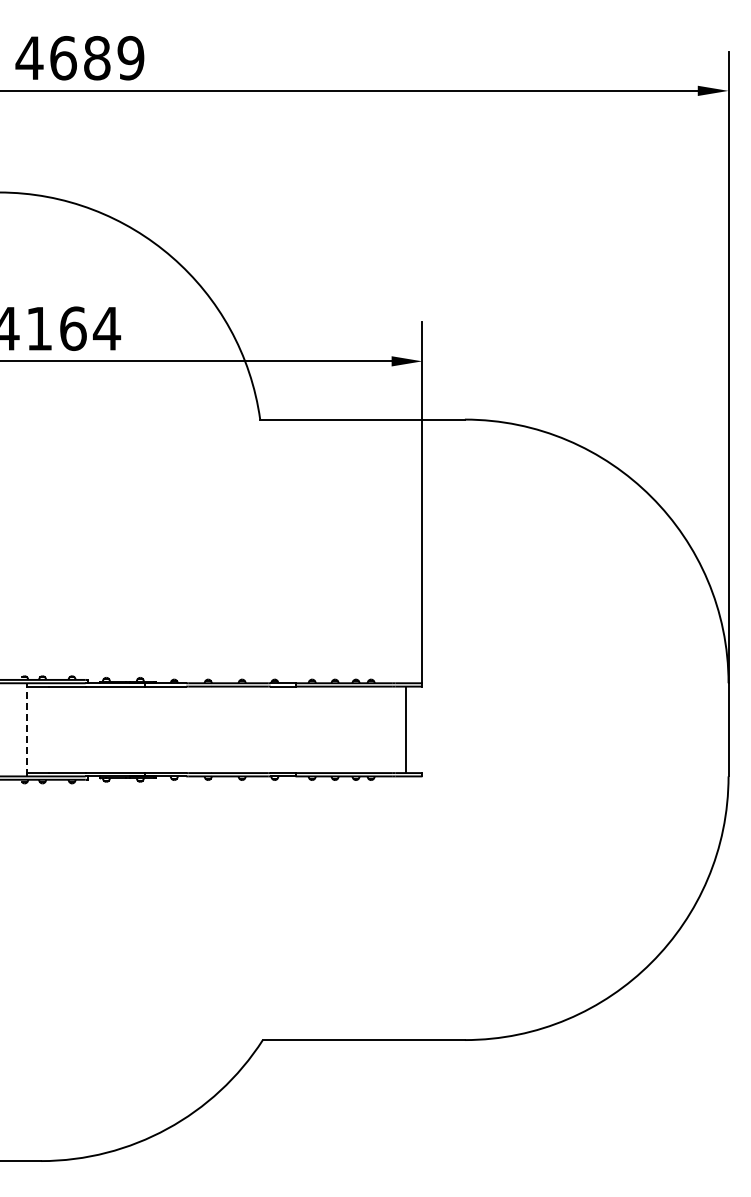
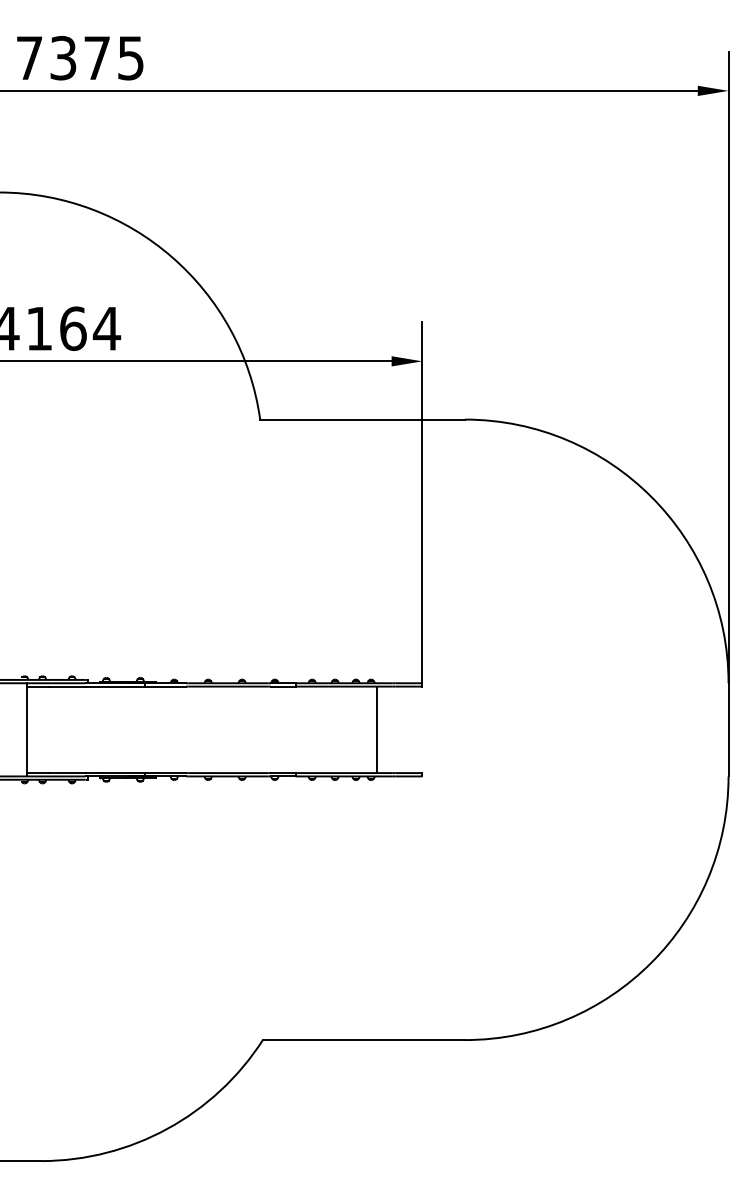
text at (79, 57): 4689 -> 7375
line at (27, 729): dashed -> solid
line at (406, 729) position: (406, 729) -> (377, 729)
